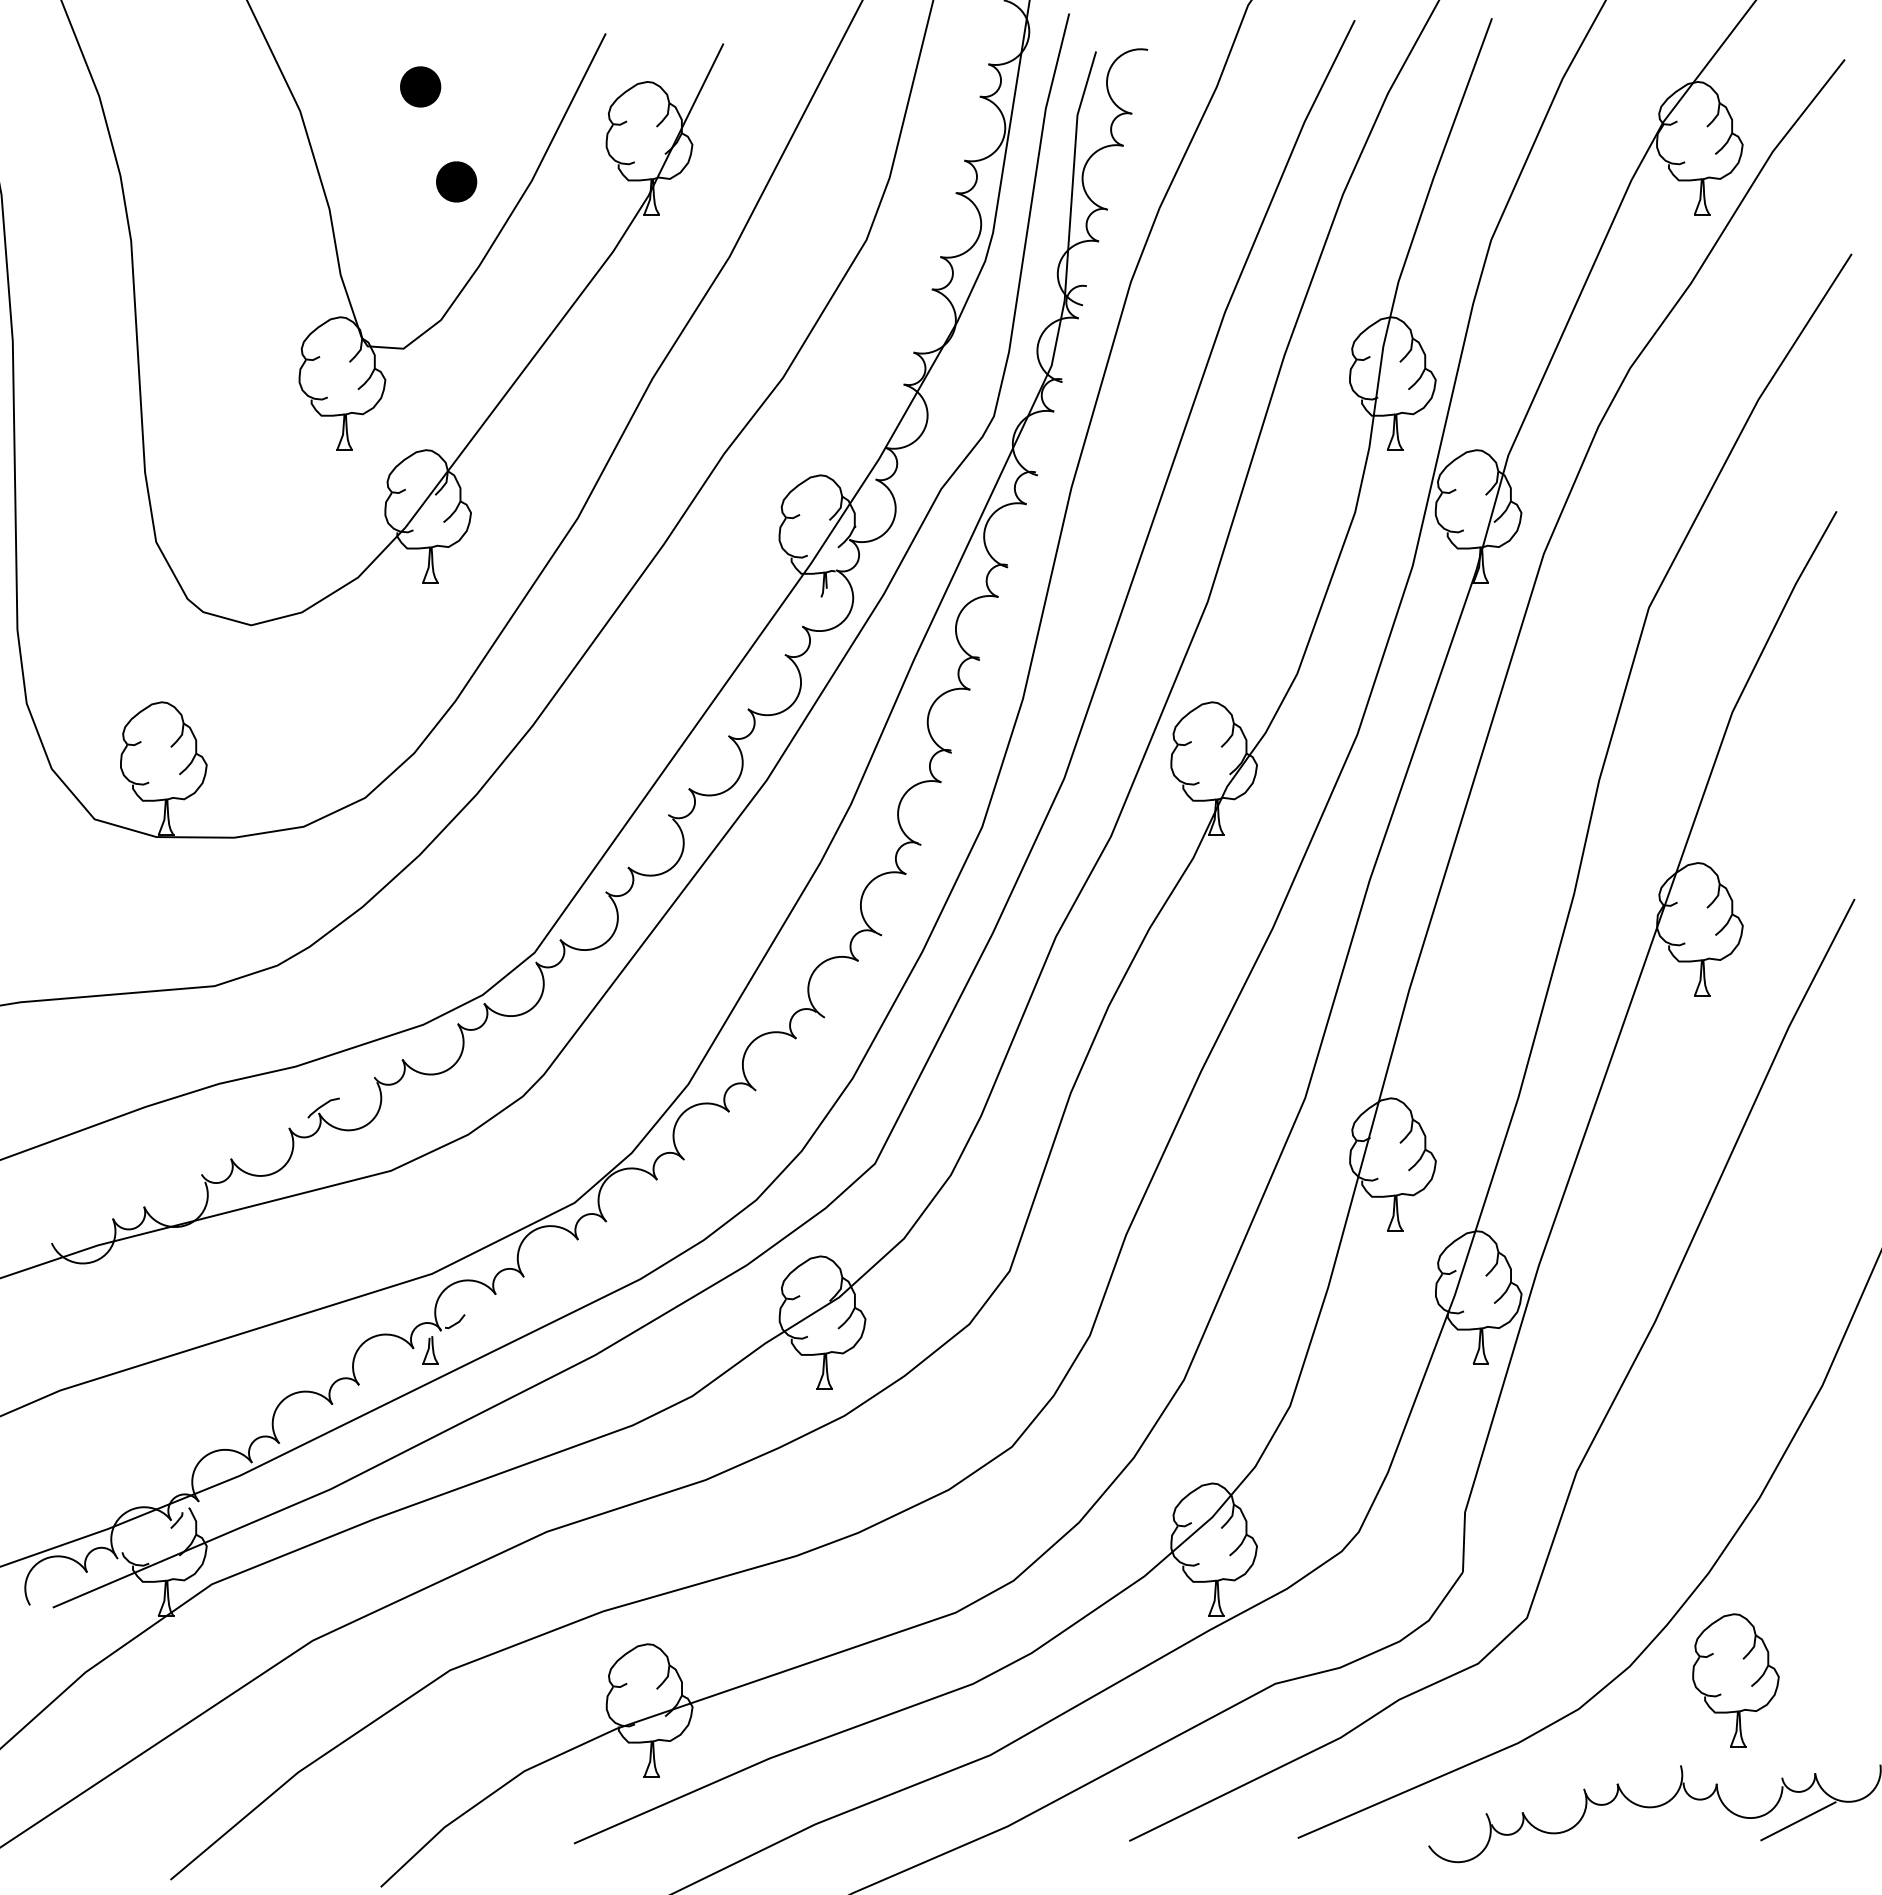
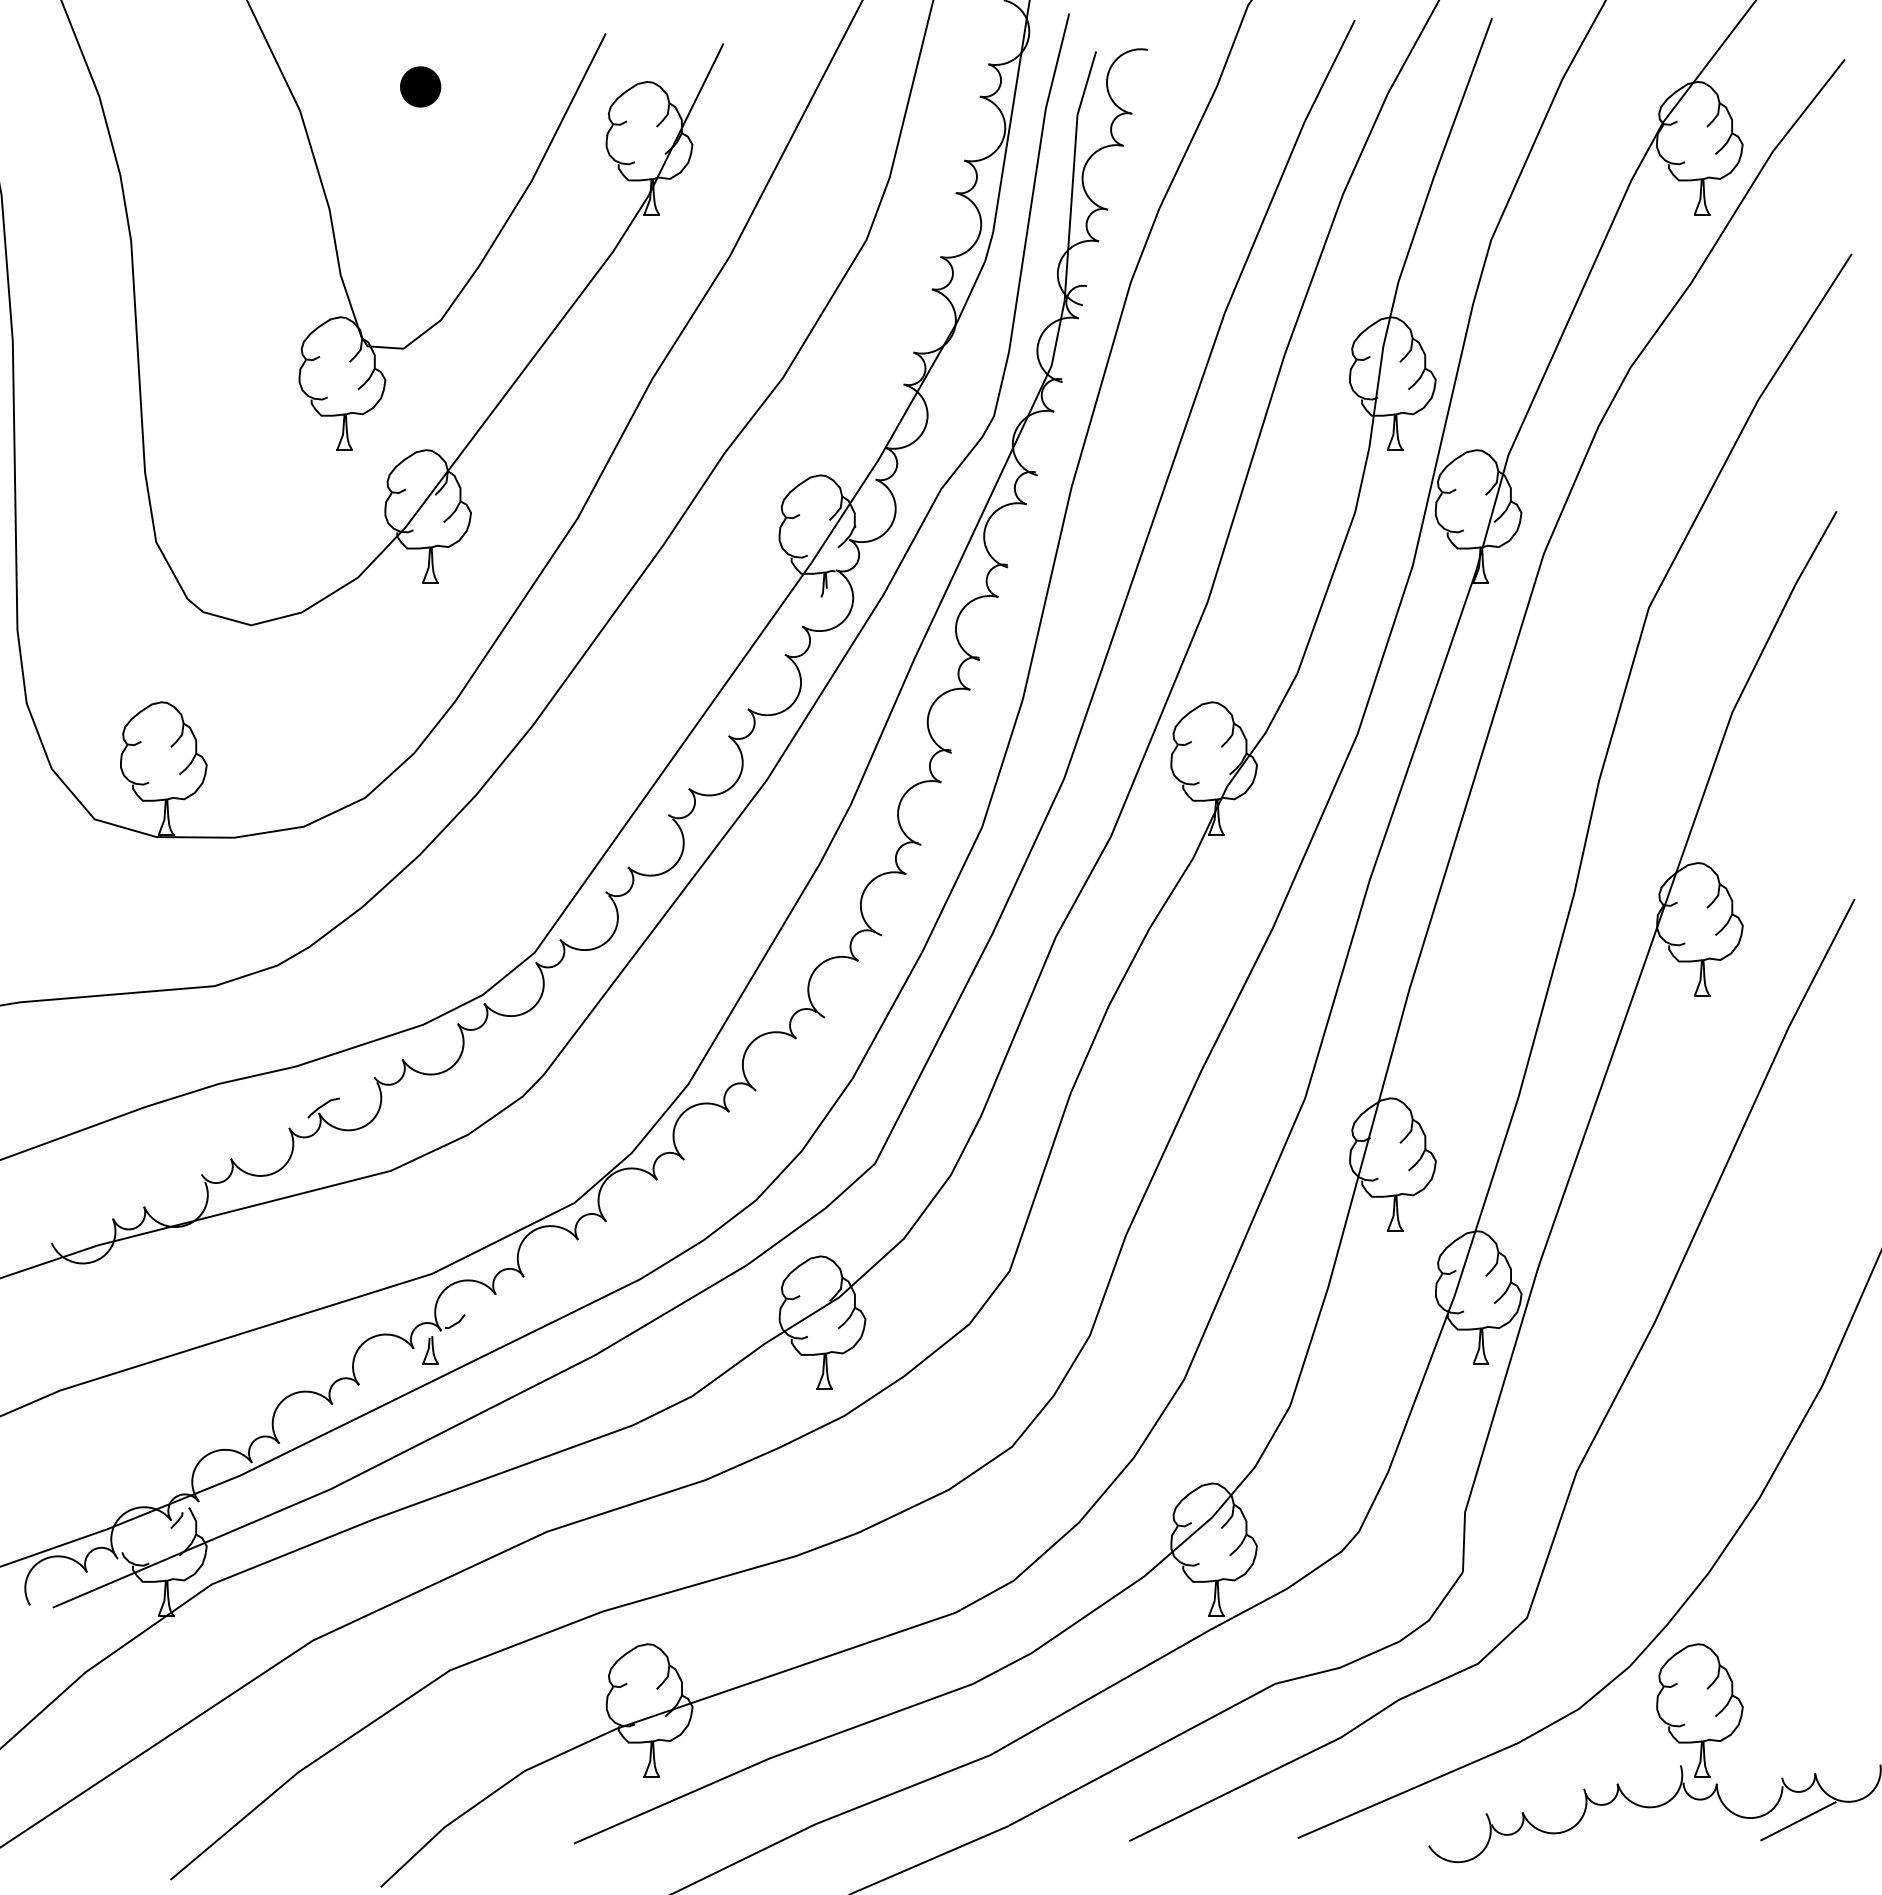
part at (456, 181): present -> none
part at (1735, 1680) position: (1735, 1680) -> (1699, 1710)
